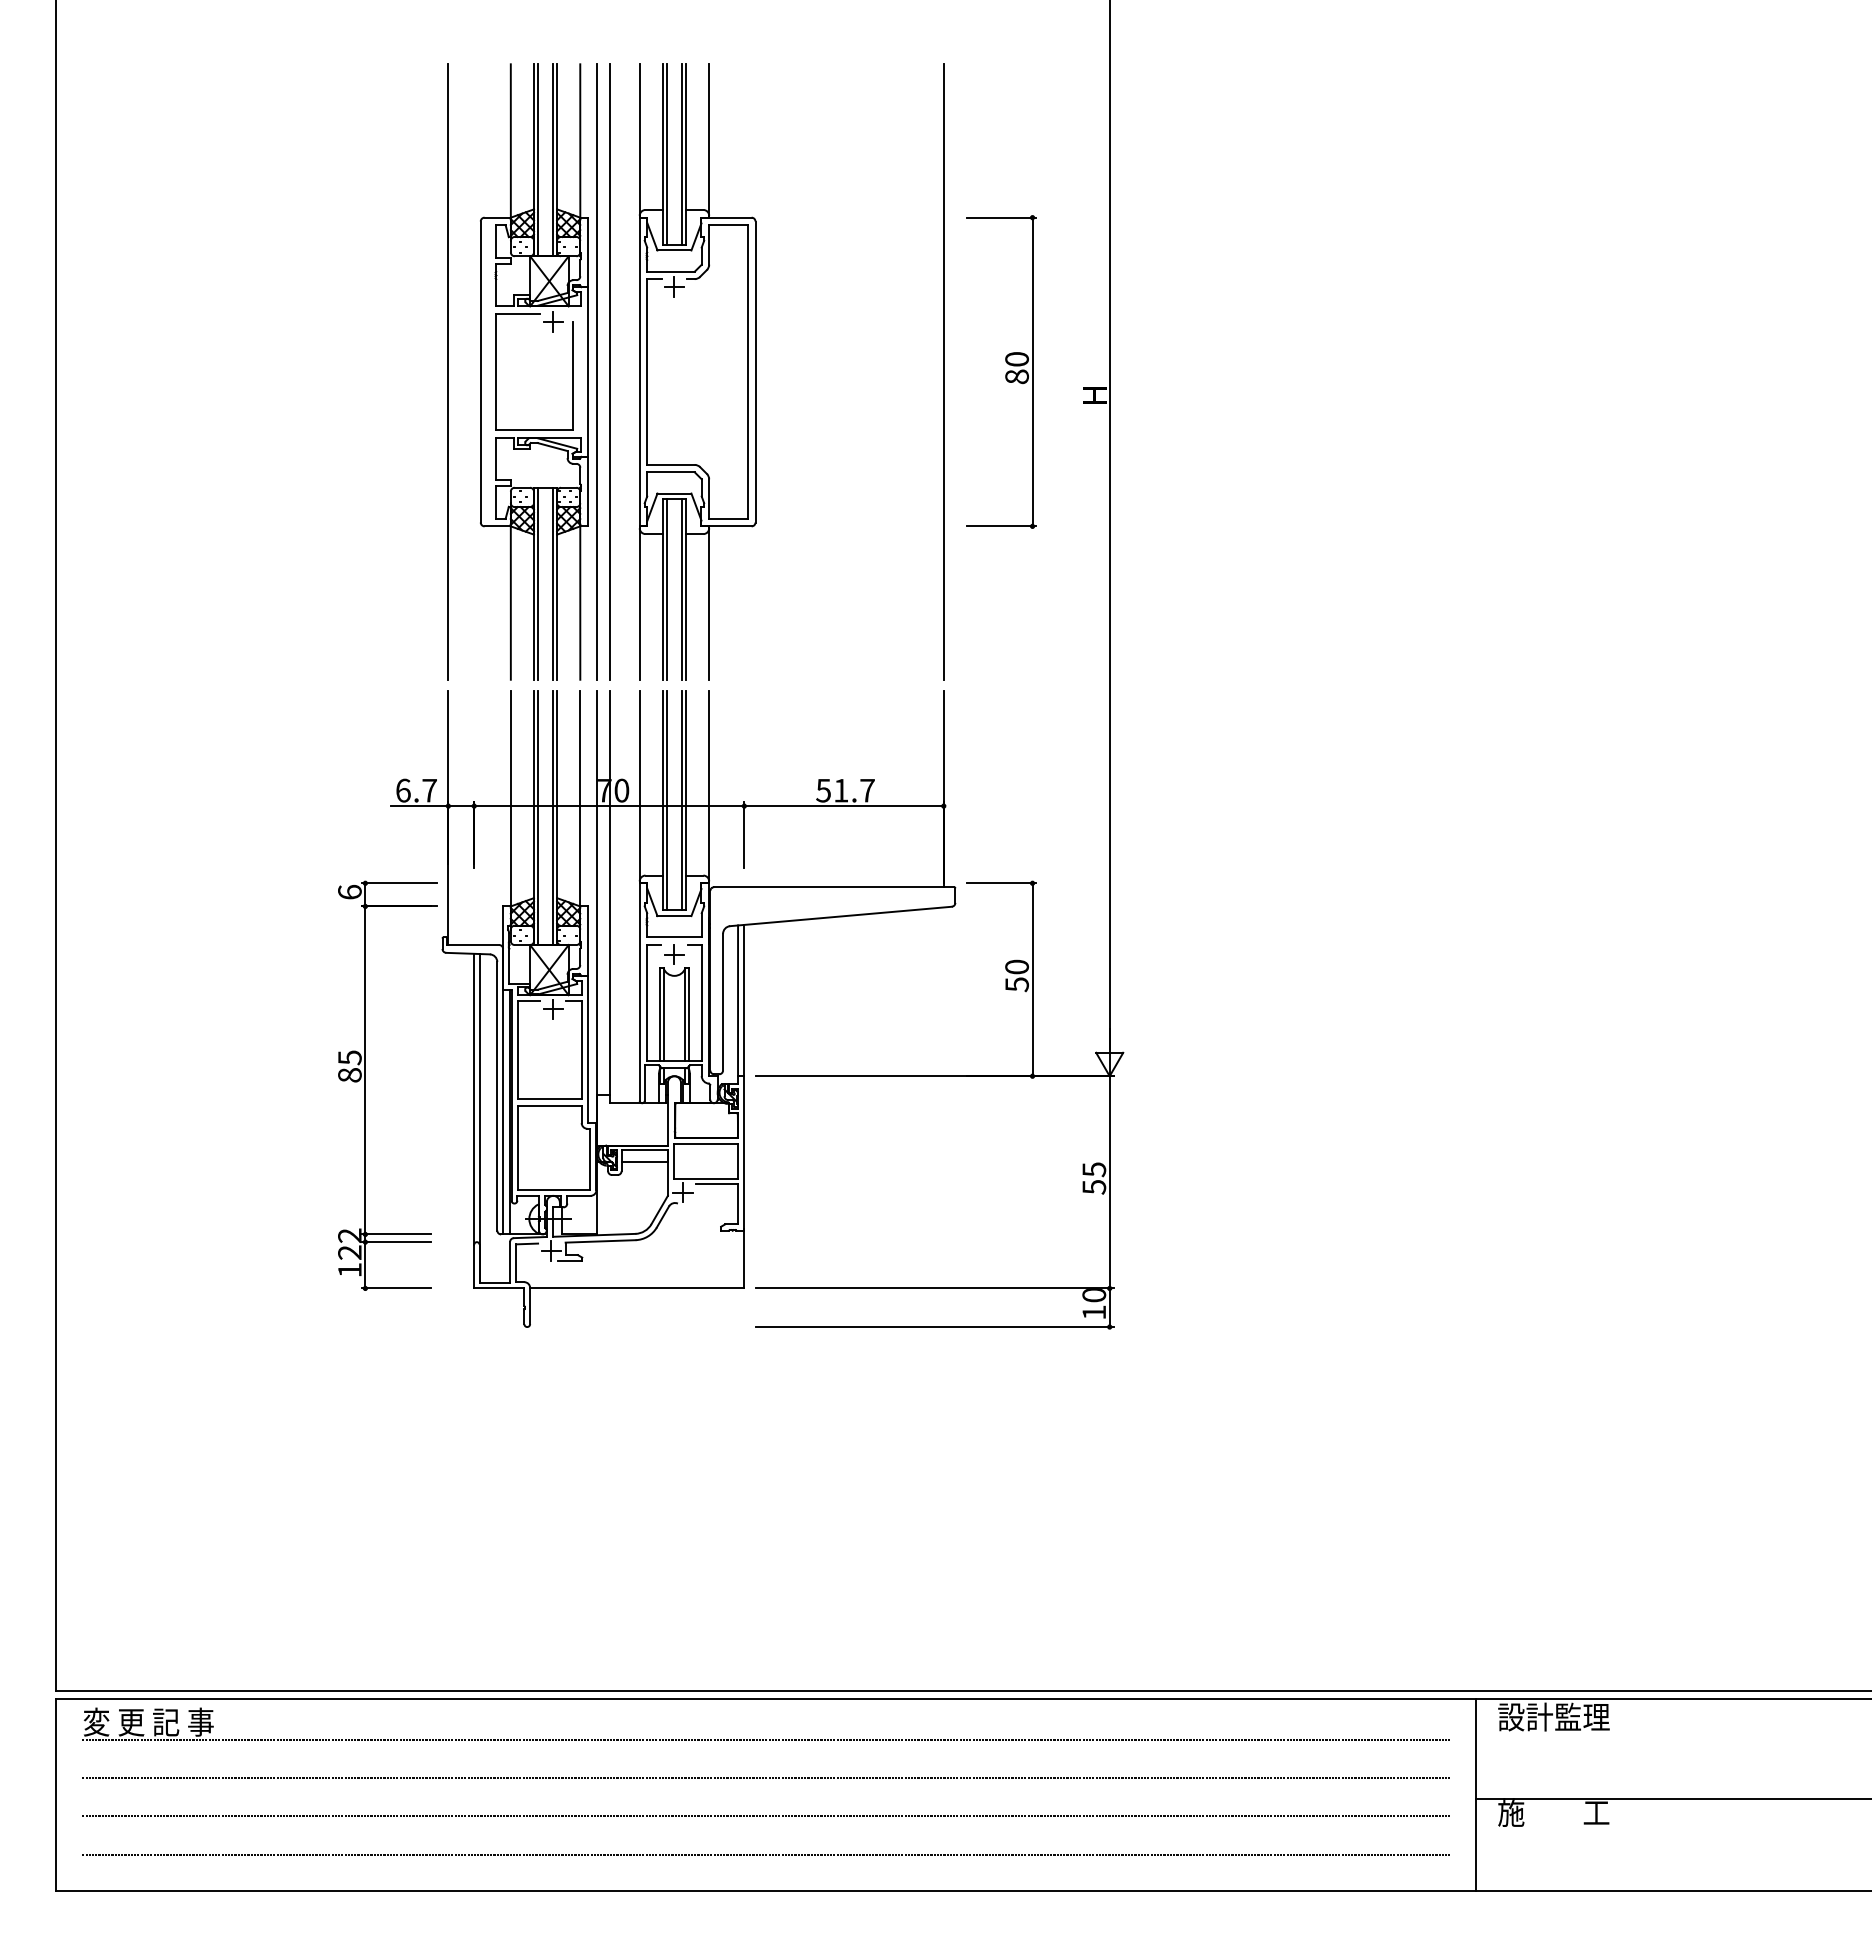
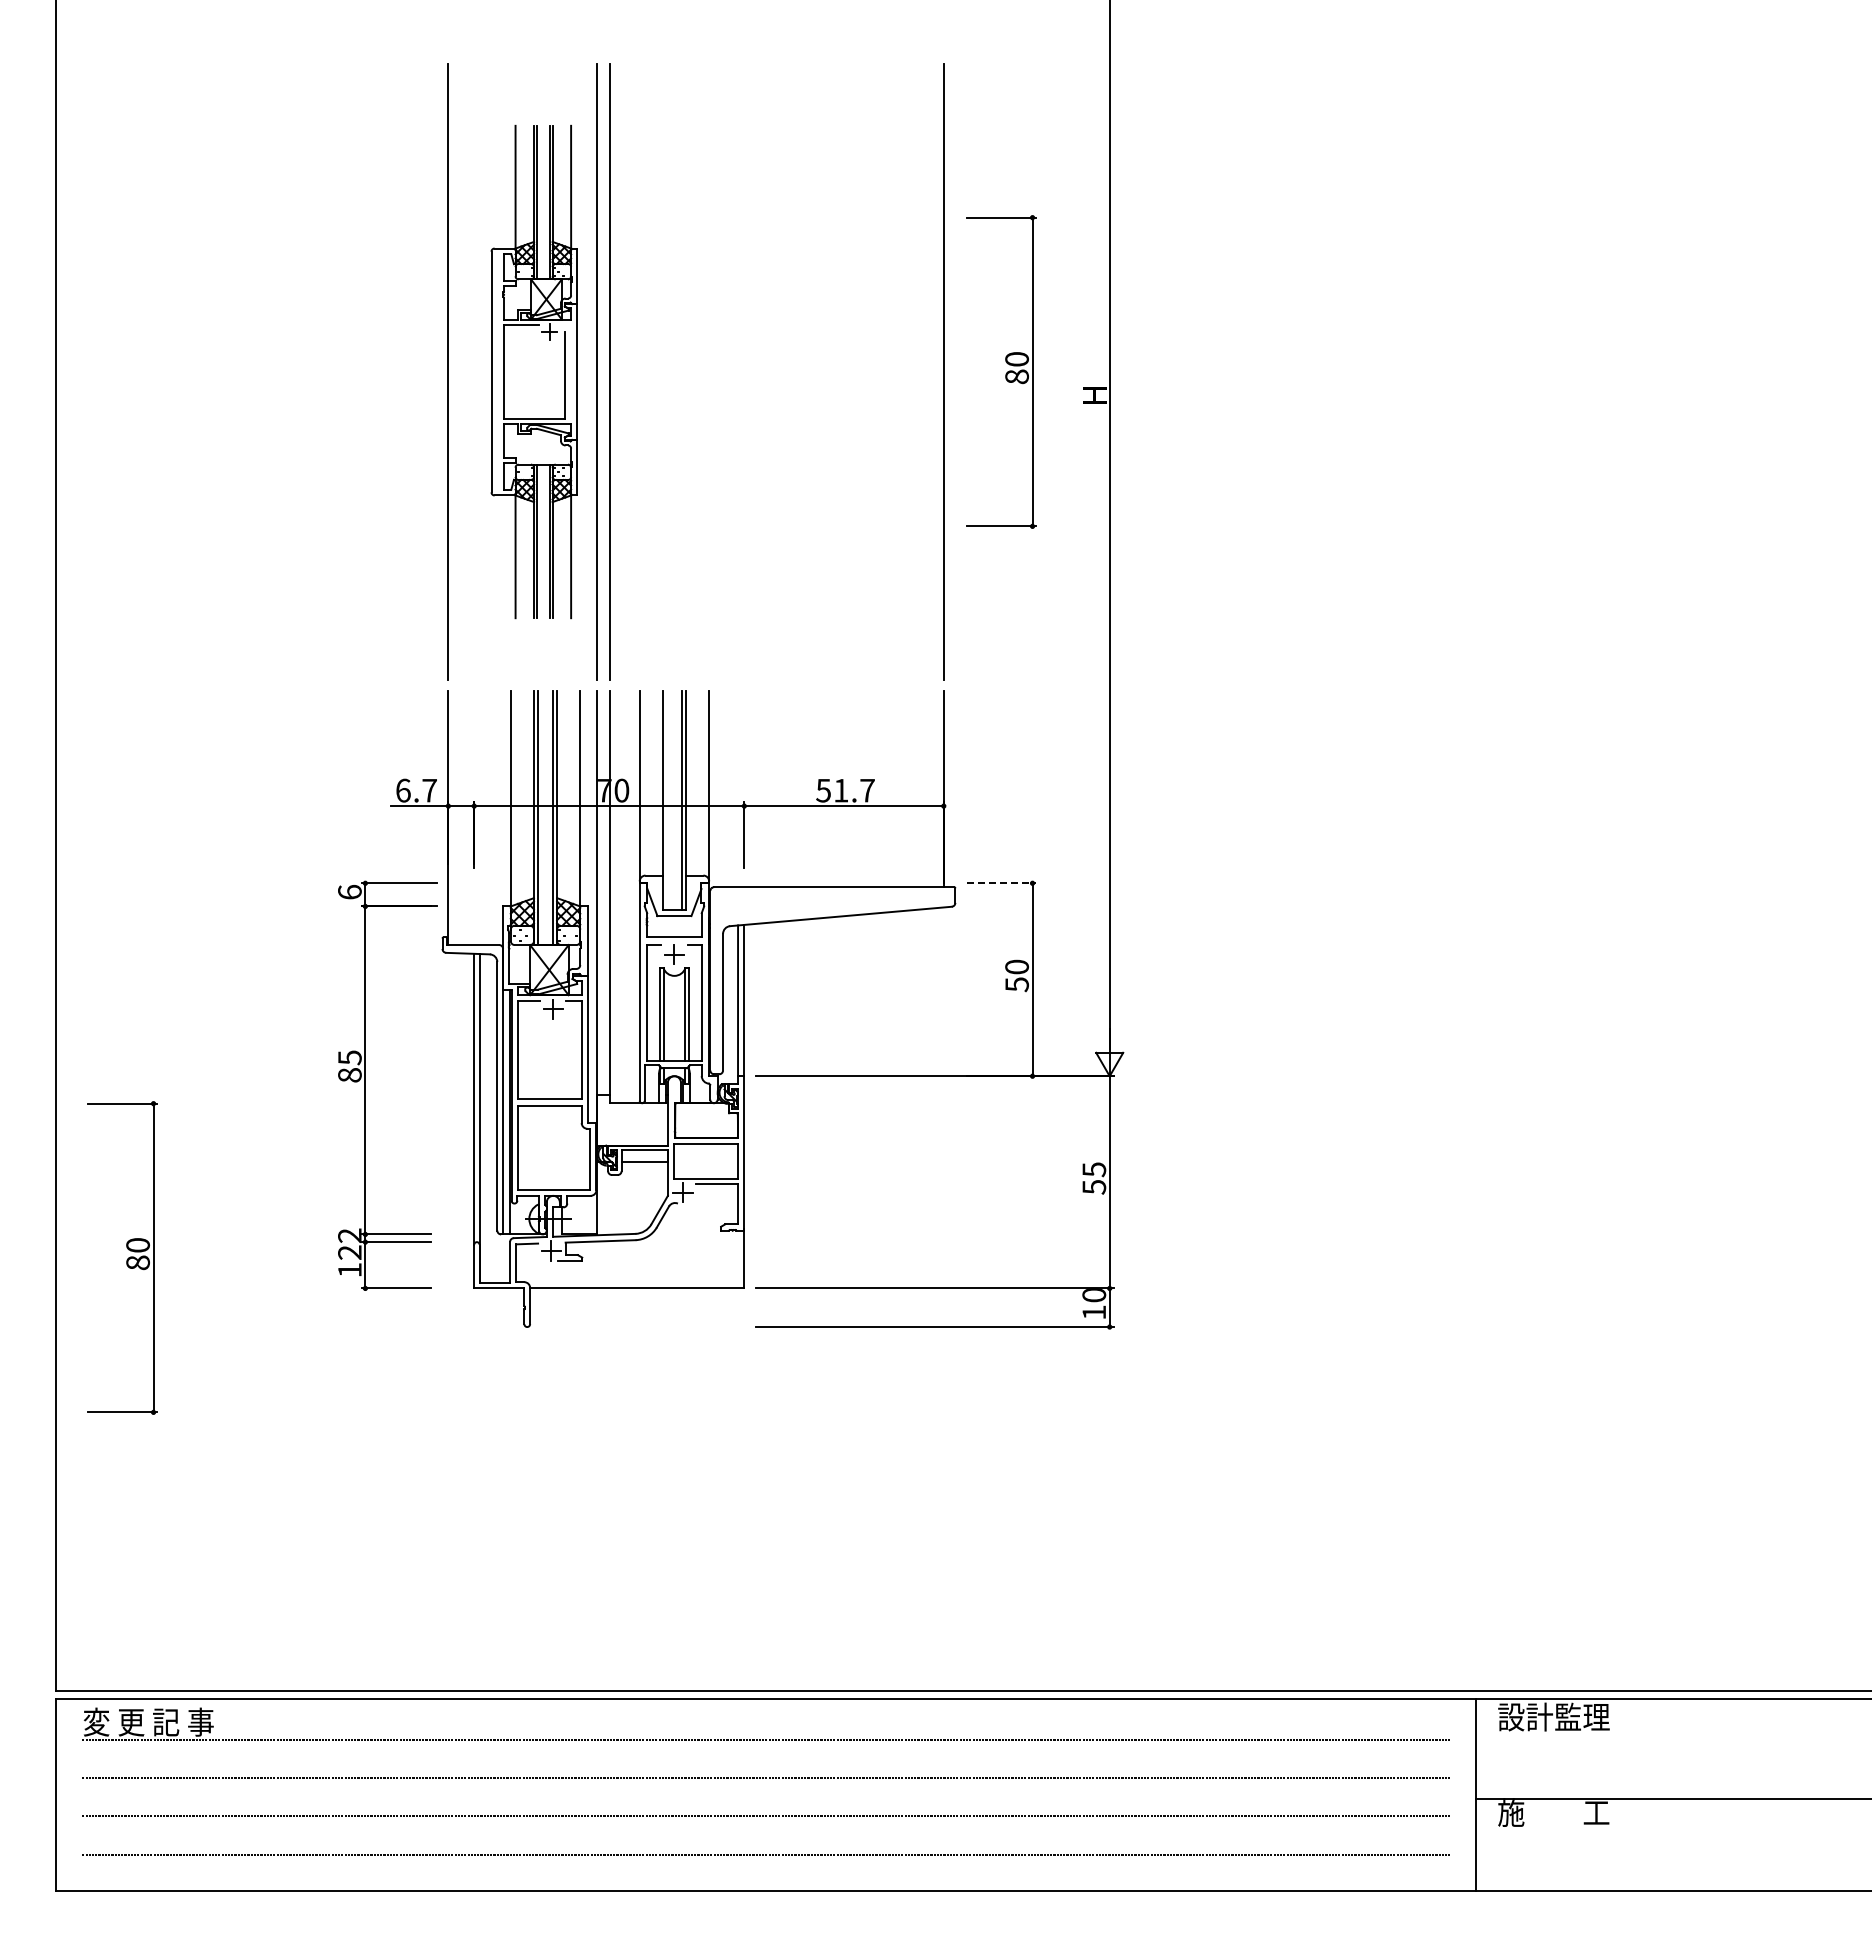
part at (534, 371) size: 109x618 px -> 88x496 px
part at (697, 371): present -> none
line at (666, 800): present -> none
line at (1001, 883): solid -> dashed
part at (122, 1257): none -> present
